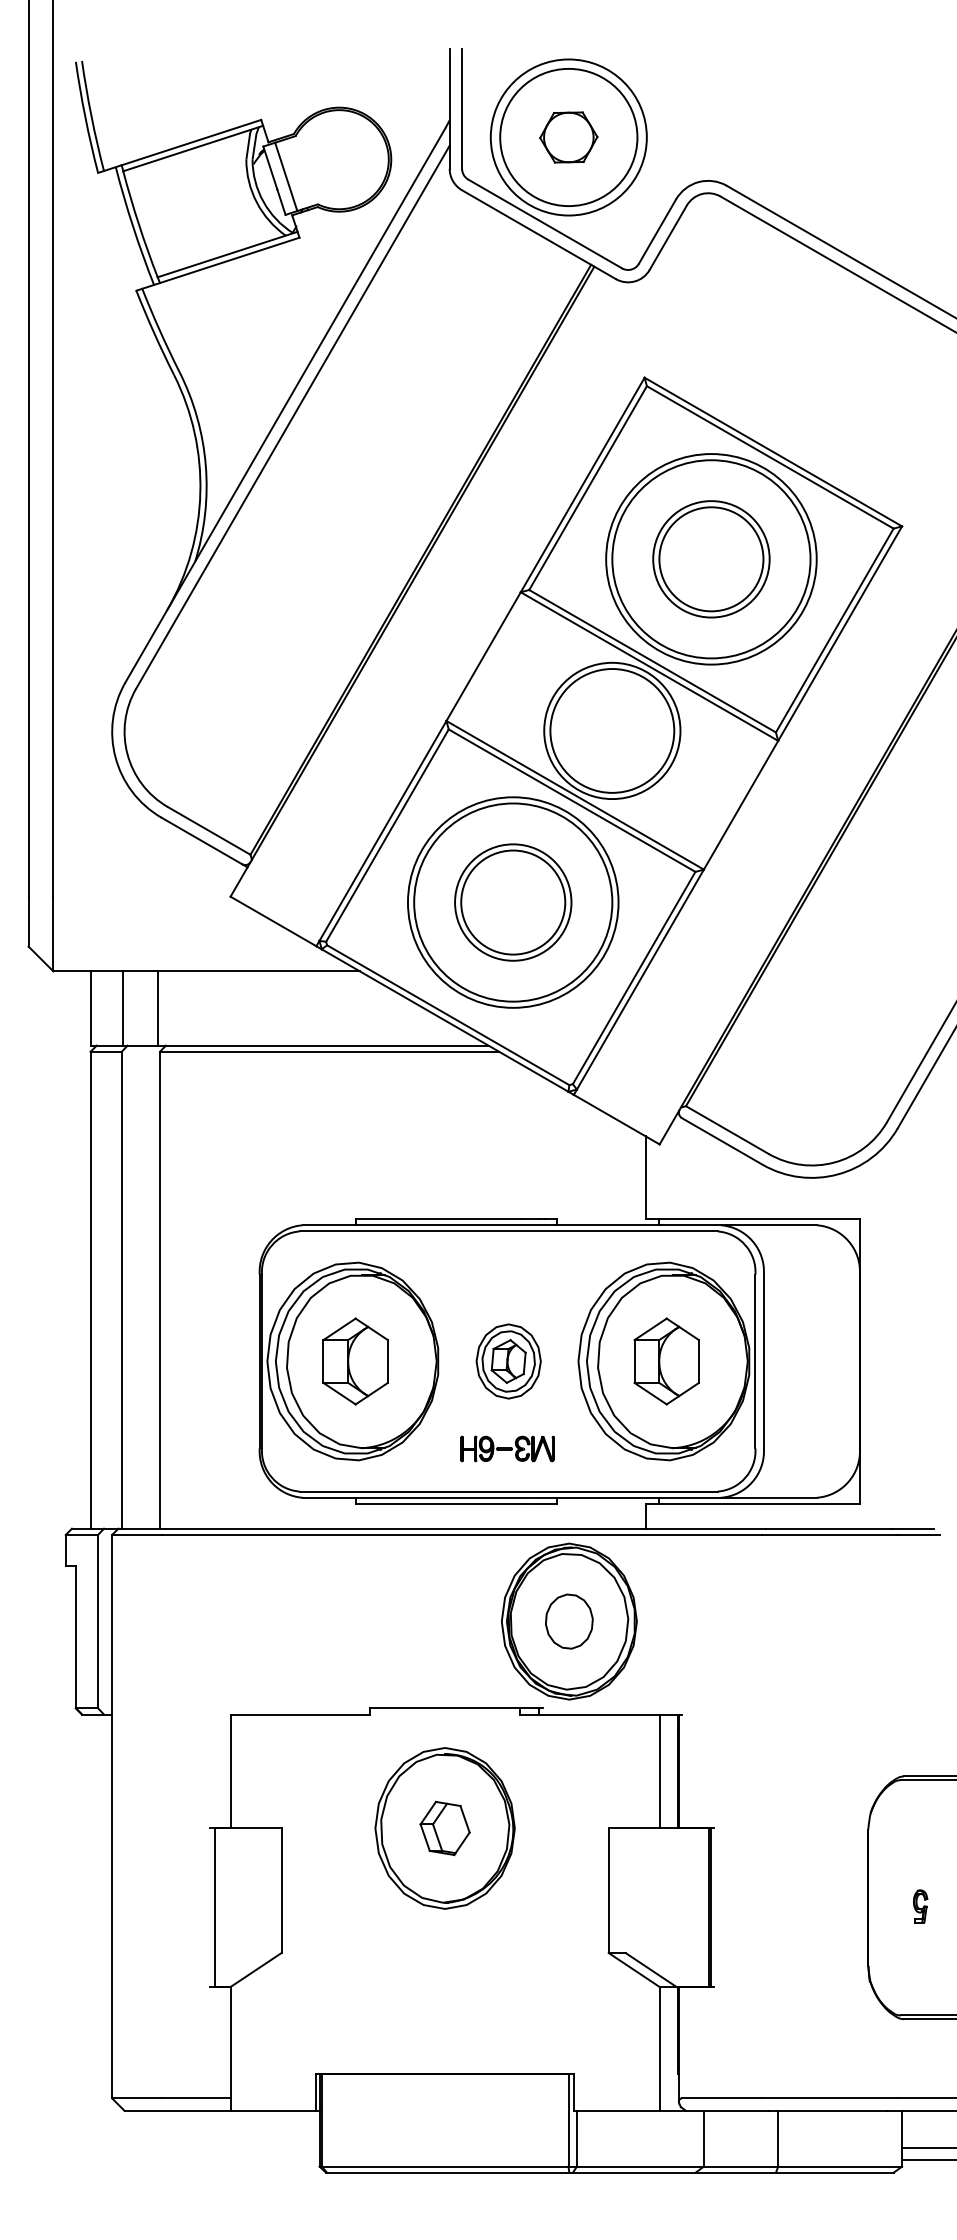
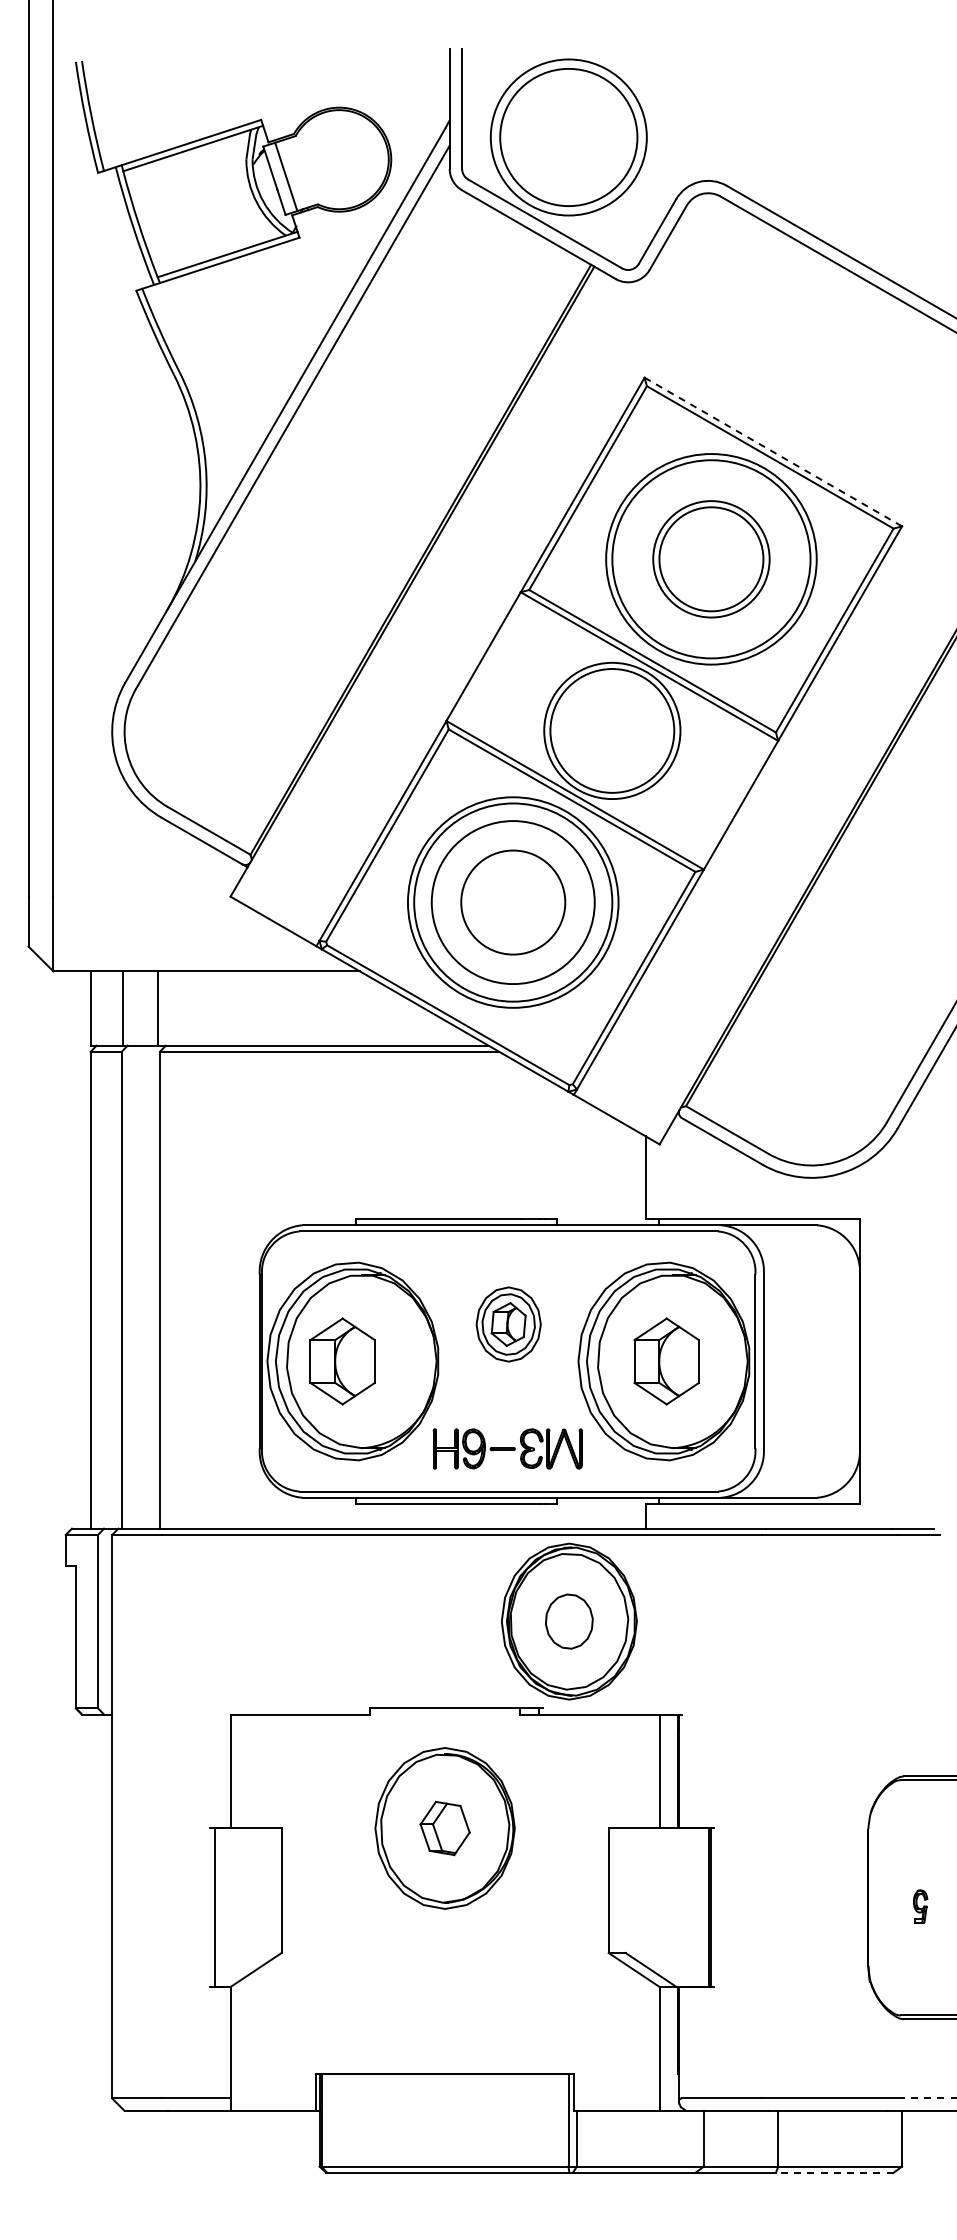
part at (568, 137): present -> none
line at (773, 452): solid -> dashed
circle at (513, 902) diameter: 116 px -> 163 px
part at (355, 1361) position: (355, 1361) -> (342, 1361)
part at (508, 1361) position: (508, 1361) -> (508, 1324)
part at (507, 1448) size: 95x28 px -> 151x42 px
line at (927, 2098): solid -> dashed
line at (927, 2148): present -> none
line at (927, 2160): present -> none
line at (834, 2172): solid -> dashed
